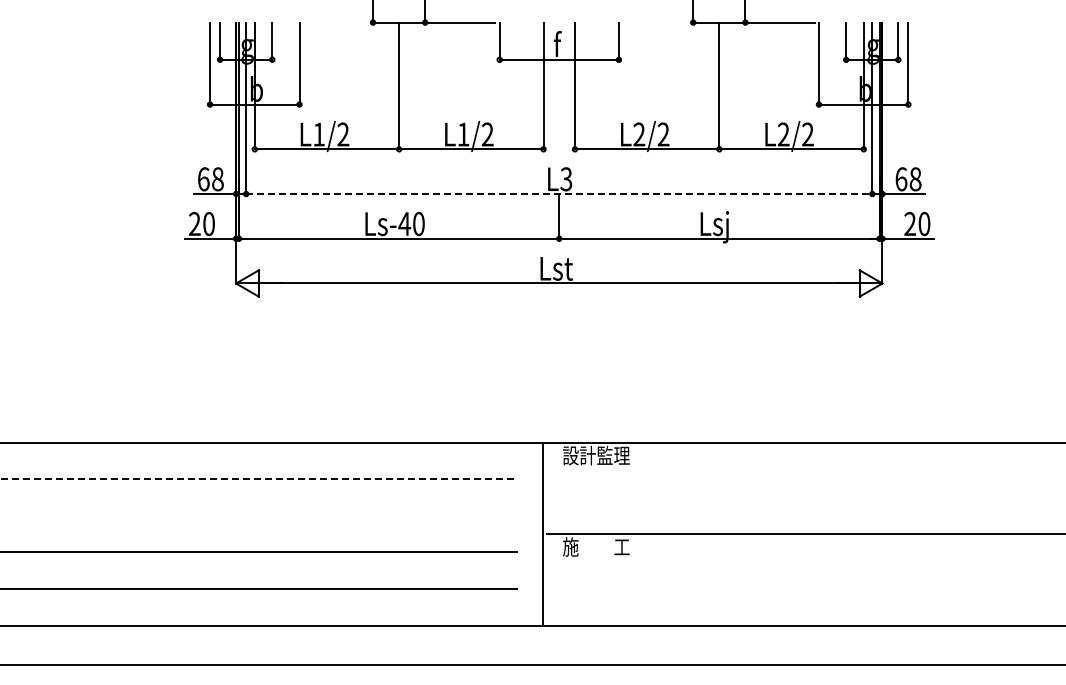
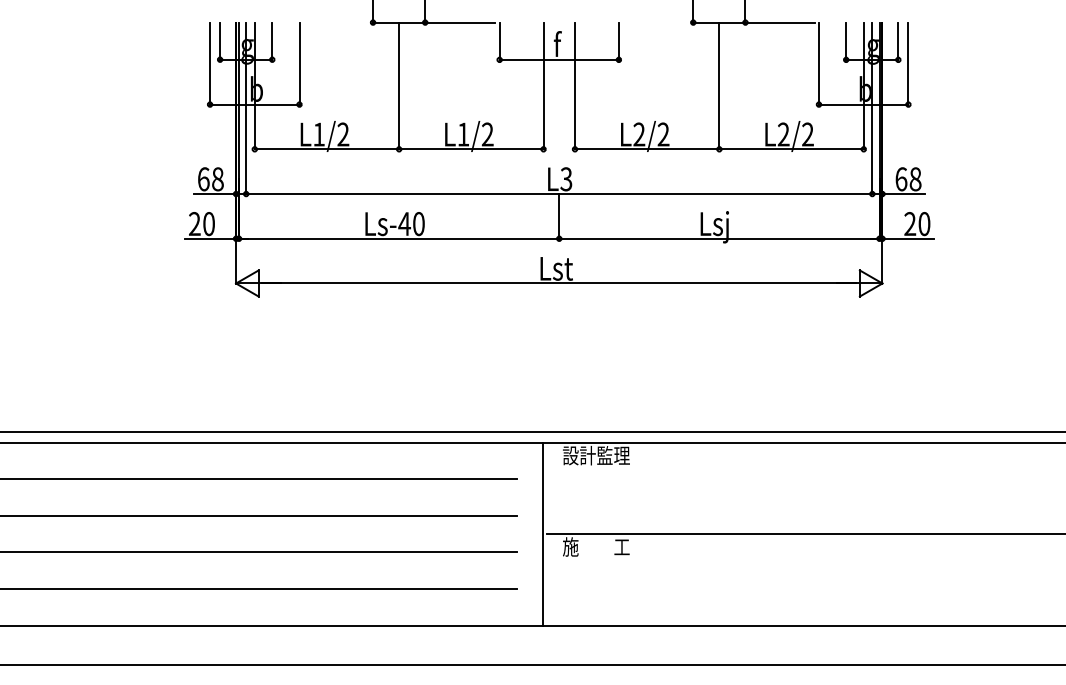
line at (559, 194): dashed -> solid
line at (532, 432): none -> present
line at (259, 479): dashed -> solid
line at (259, 515): none -> present
